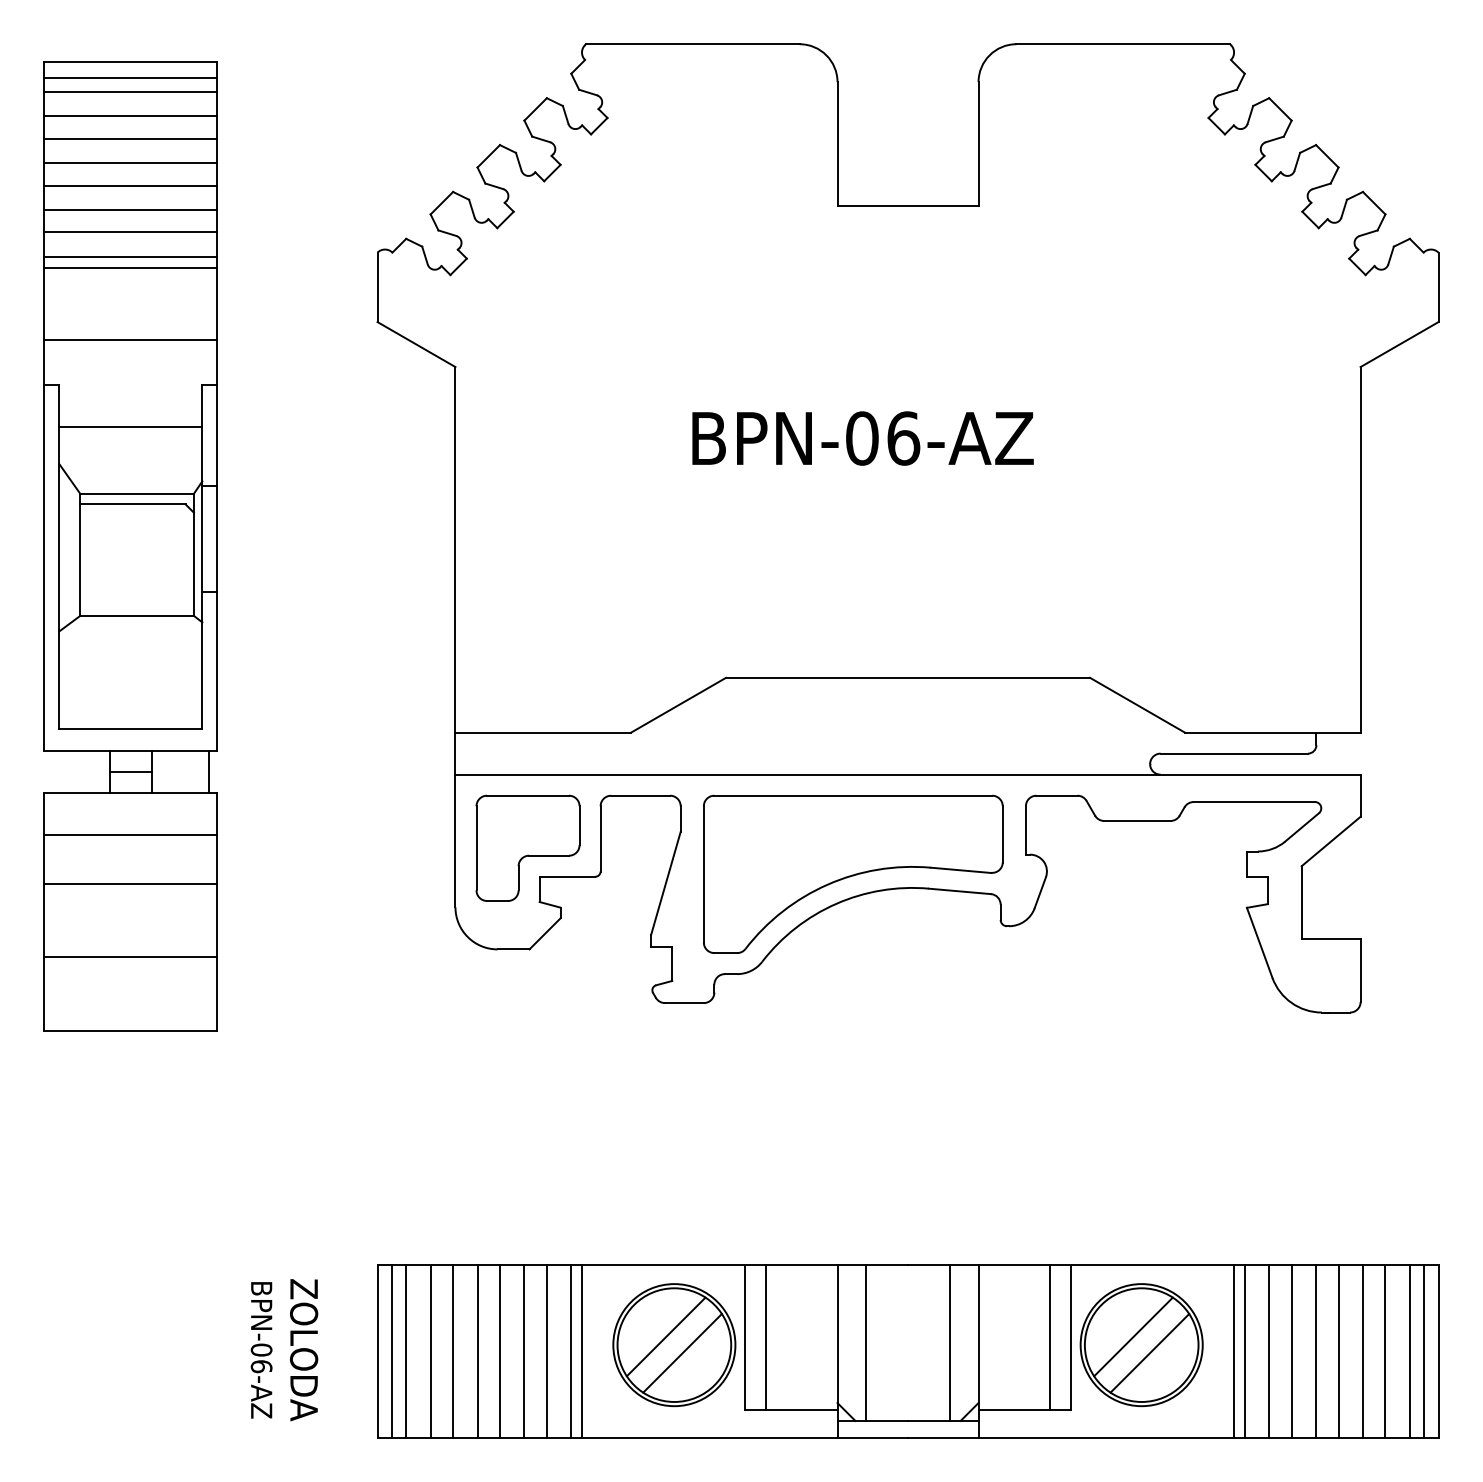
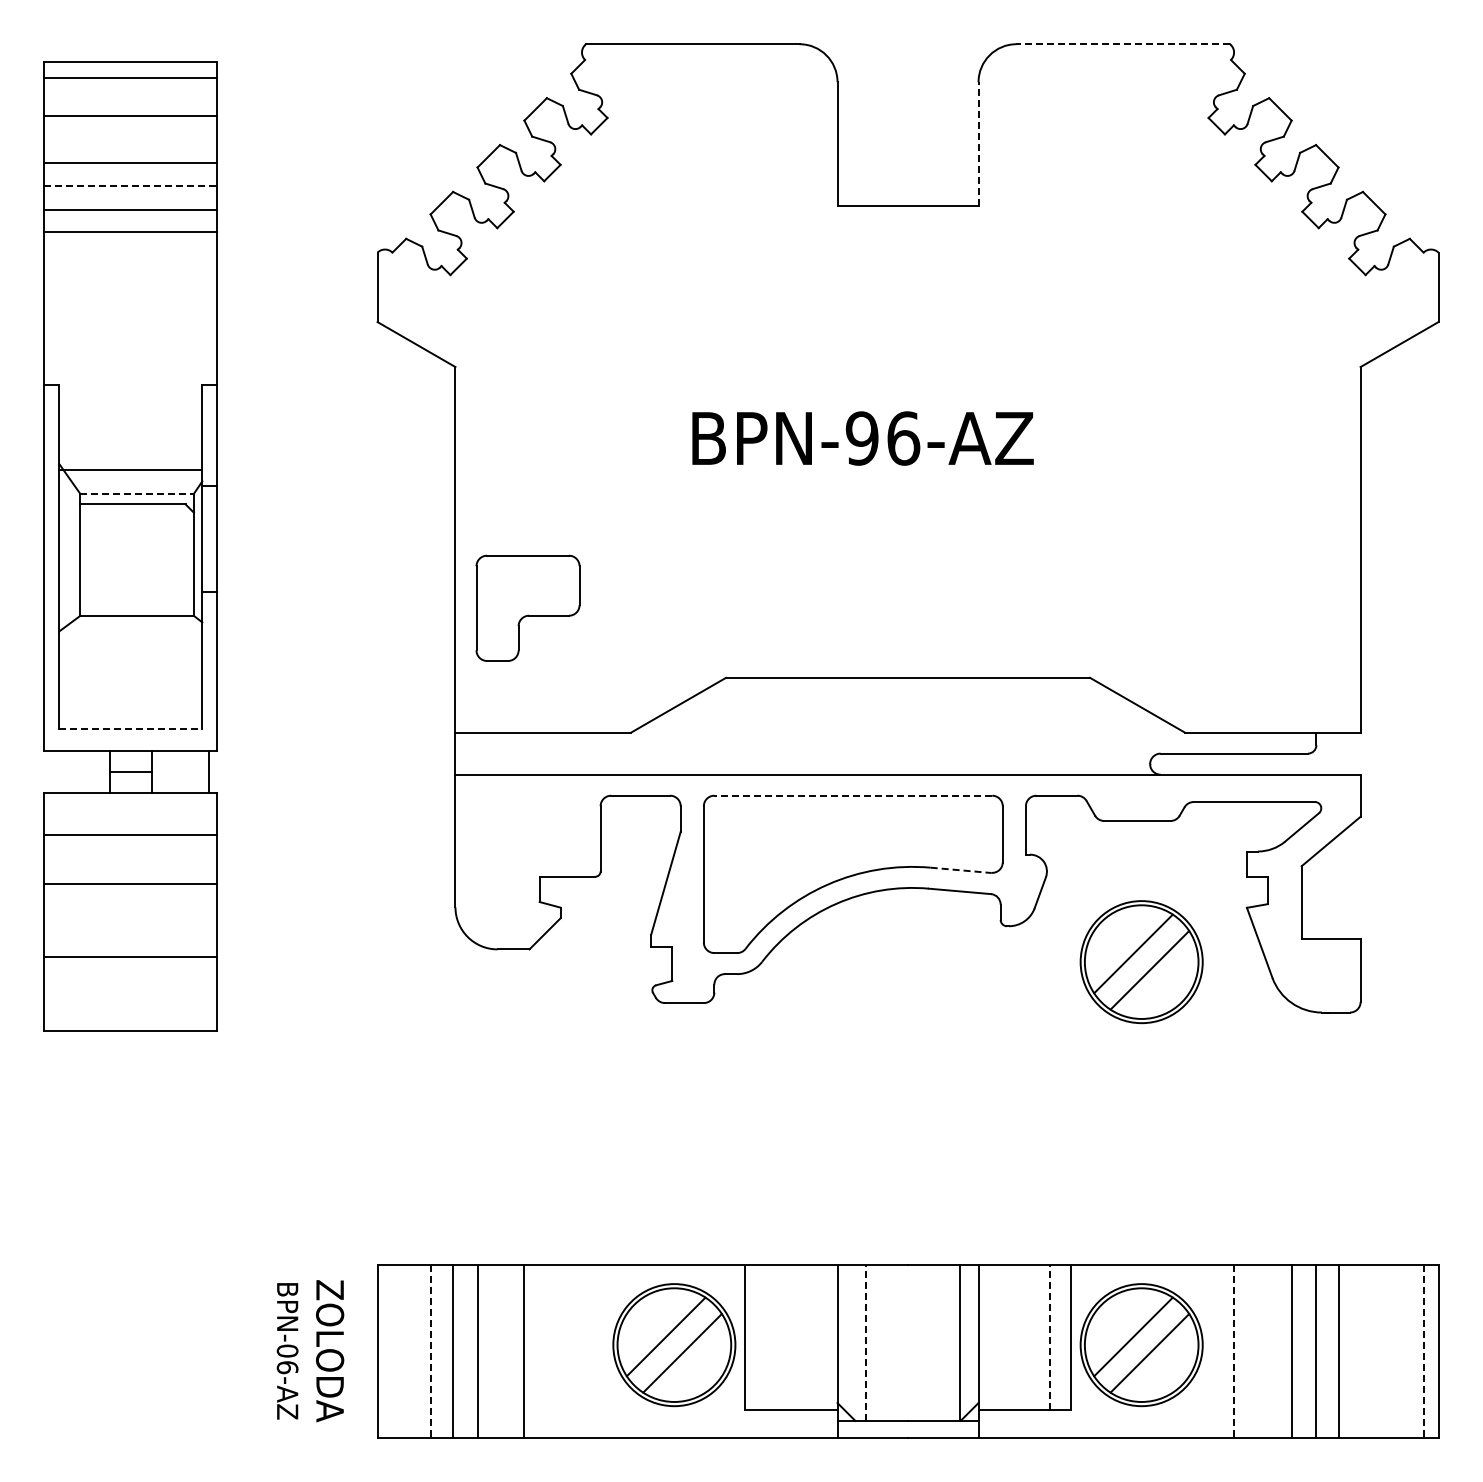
line at (1123, 44): solid -> dashed
line at (130, 91): present -> none
line at (130, 138): present -> none
line at (978, 143): solid -> dashed
line at (131, 185): solid -> dashed
line at (130, 256): present -> none
line at (130, 267): present -> none
line at (130, 340): present -> none
line at (130, 427) position: (130, 427) -> (130, 470)
text at (861, 438): BPN-06-AZ -> BPN-96-AZ
line at (137, 493): solid -> dashed
line at (130, 728): solid -> dashed
line at (853, 795): solid -> dashed
part at (527, 847) position: (527, 847) -> (527, 607)
line at (961, 870): solid -> dashed
part at (1141, 962): none -> present
line at (765, 1337): present -> none
line at (1050, 1337): solid -> dashed
line at (950, 1342) position: (950, 1342) -> (960, 1342)
line at (865, 1343): solid -> dashed
text at (284, 1350) position: (284, 1350) -> (310, 1351)
line at (392, 1351): present -> none
line at (406, 1351): present -> none
line at (430, 1351): solid -> dashed
line at (499, 1351): present -> none
line at (546, 1351): present -> none
line at (571, 1351): present -> none
line at (582, 1351): present -> none
line at (1234, 1351): solid -> dashed
line at (1244, 1351): present -> none
line at (1269, 1351): present -> none
line at (1362, 1351): present -> none
line at (1385, 1351): present -> none
line at (1409, 1351): present -> none
line at (1423, 1351): solid -> dashed
